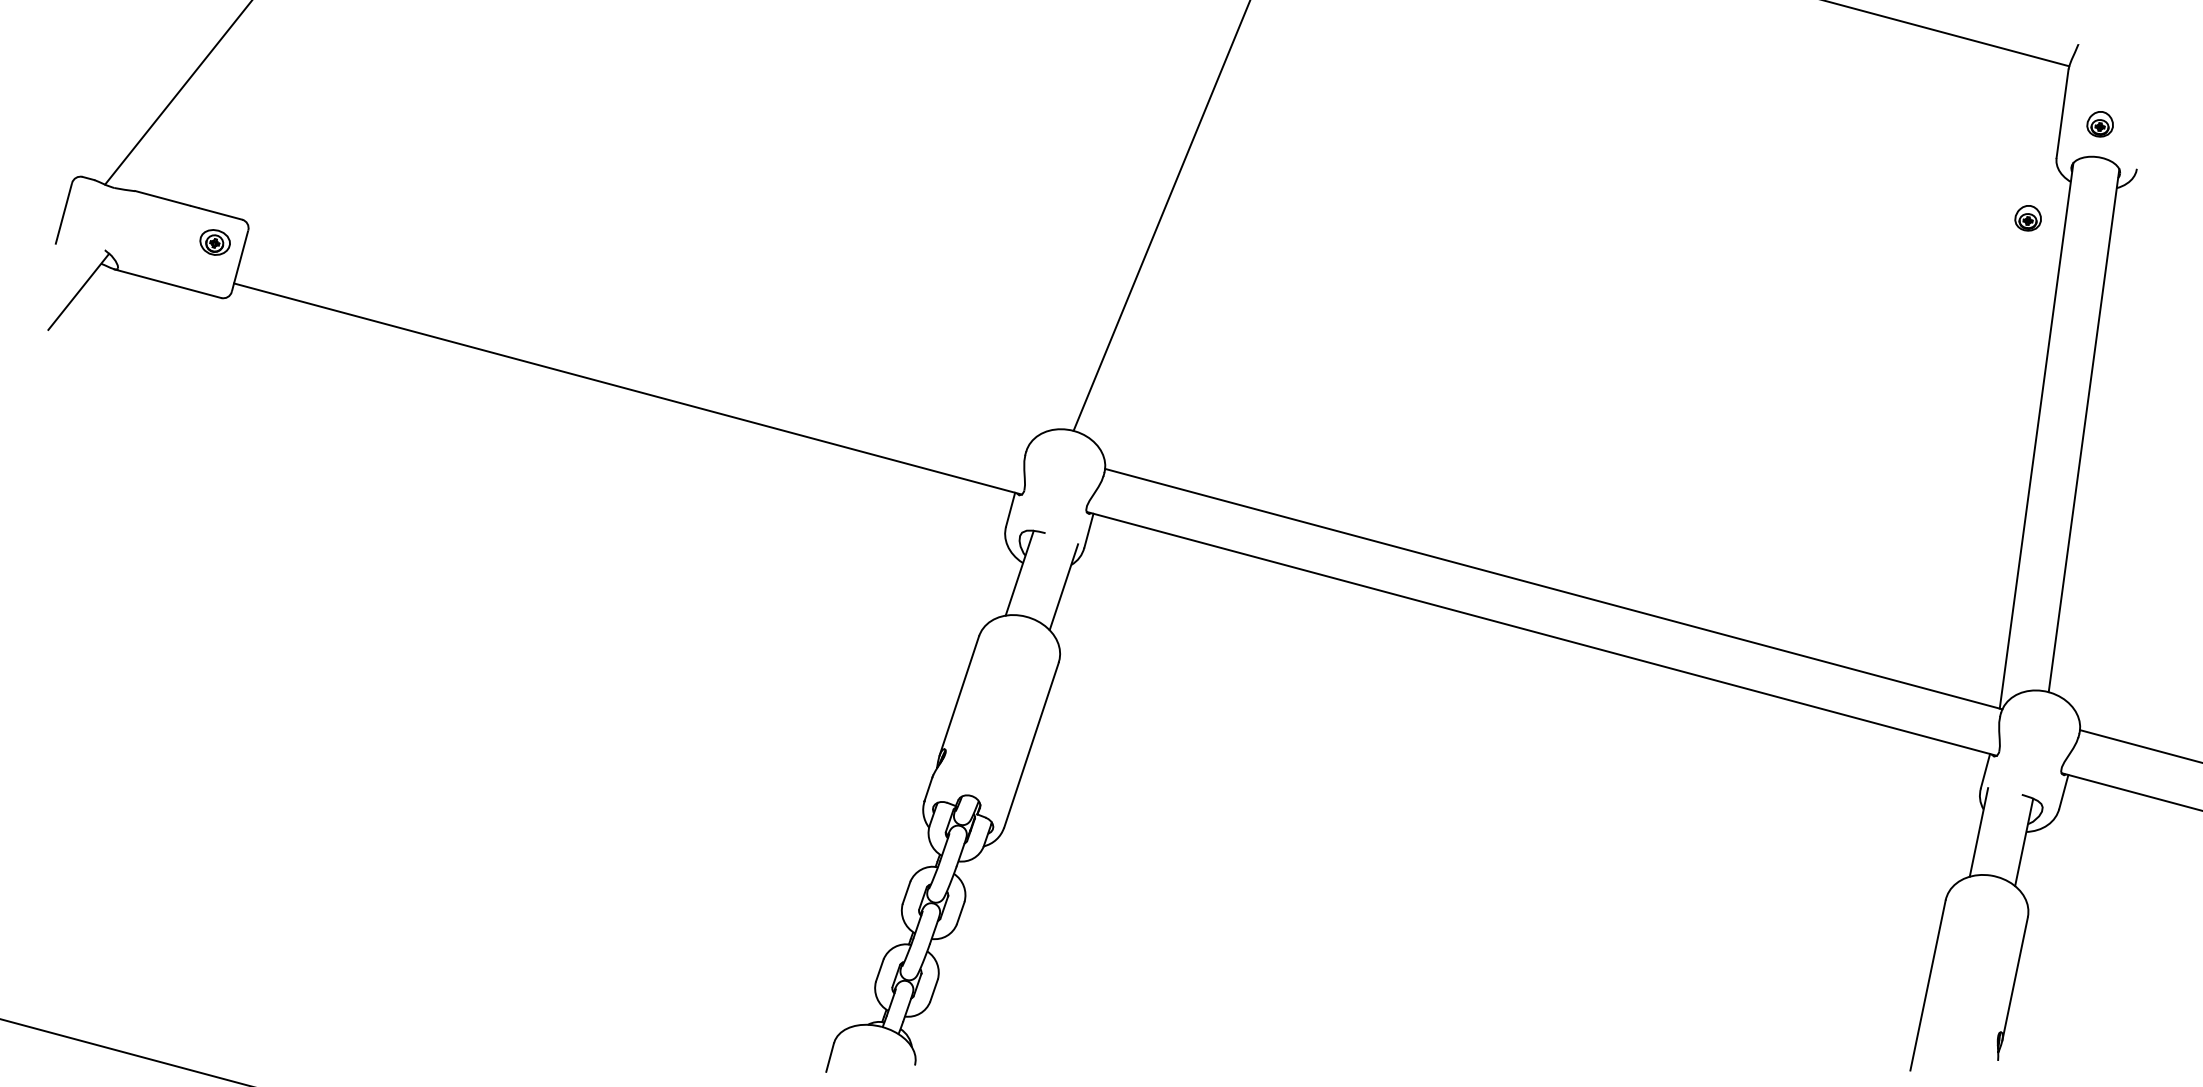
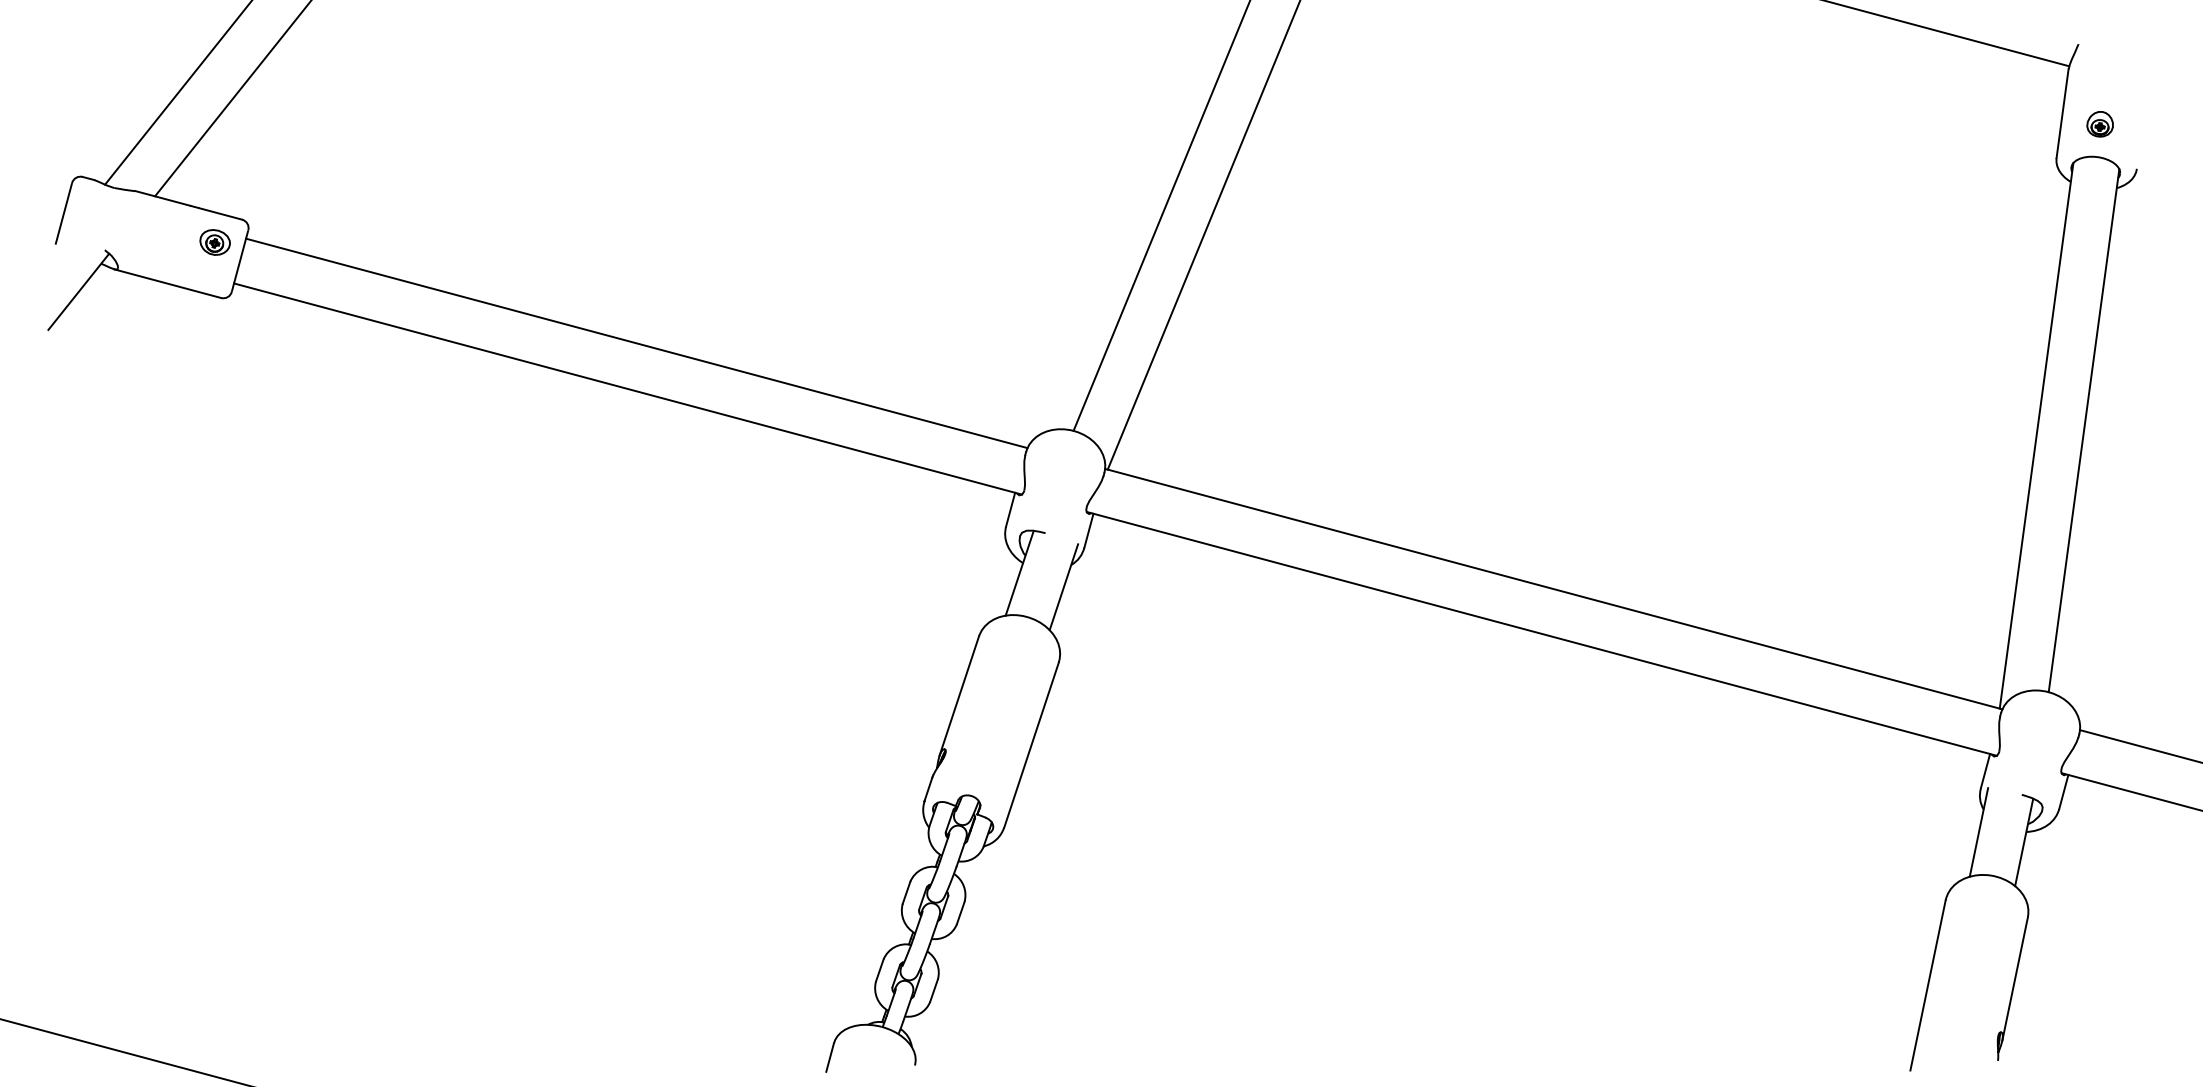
line at (232, 99): none -> present
part at (2027, 218): present -> none
line at (1203, 235): none -> present
line at (636, 343): none -> present
